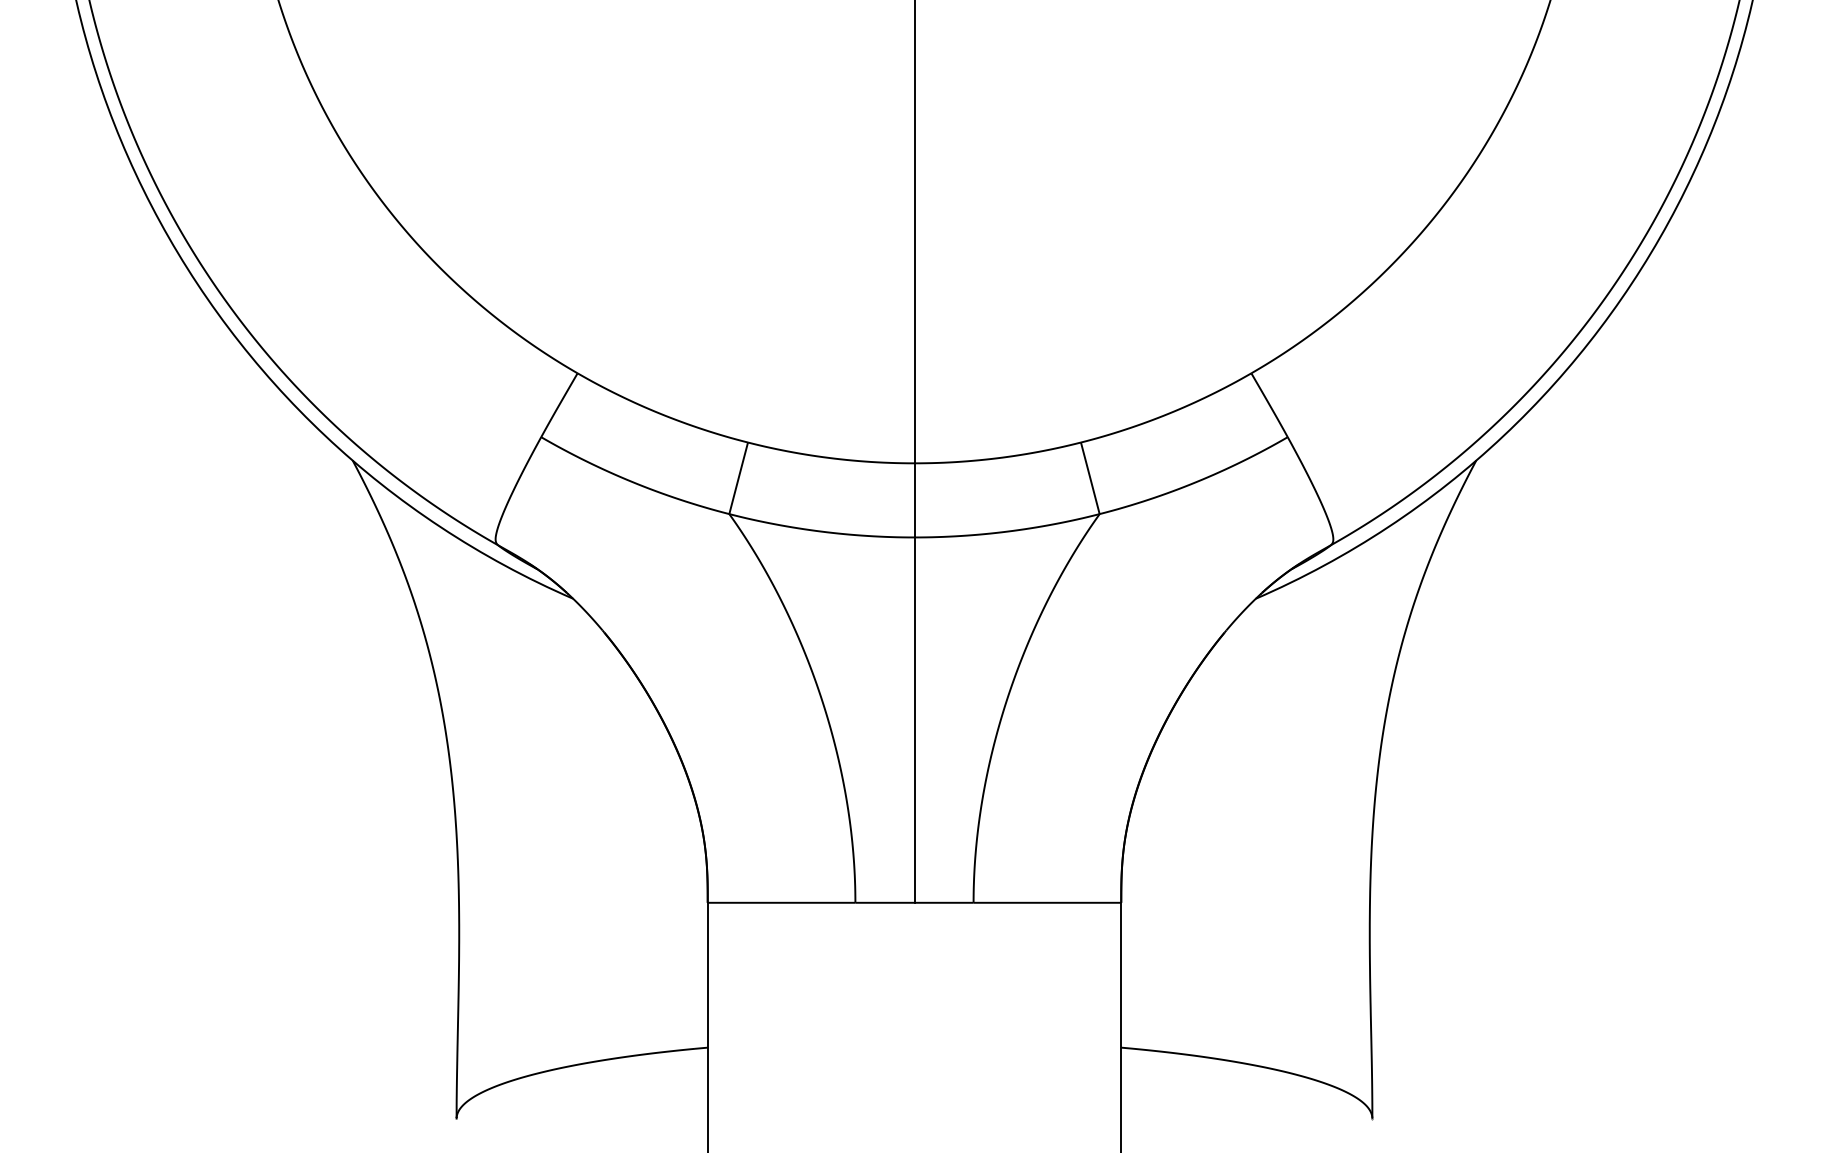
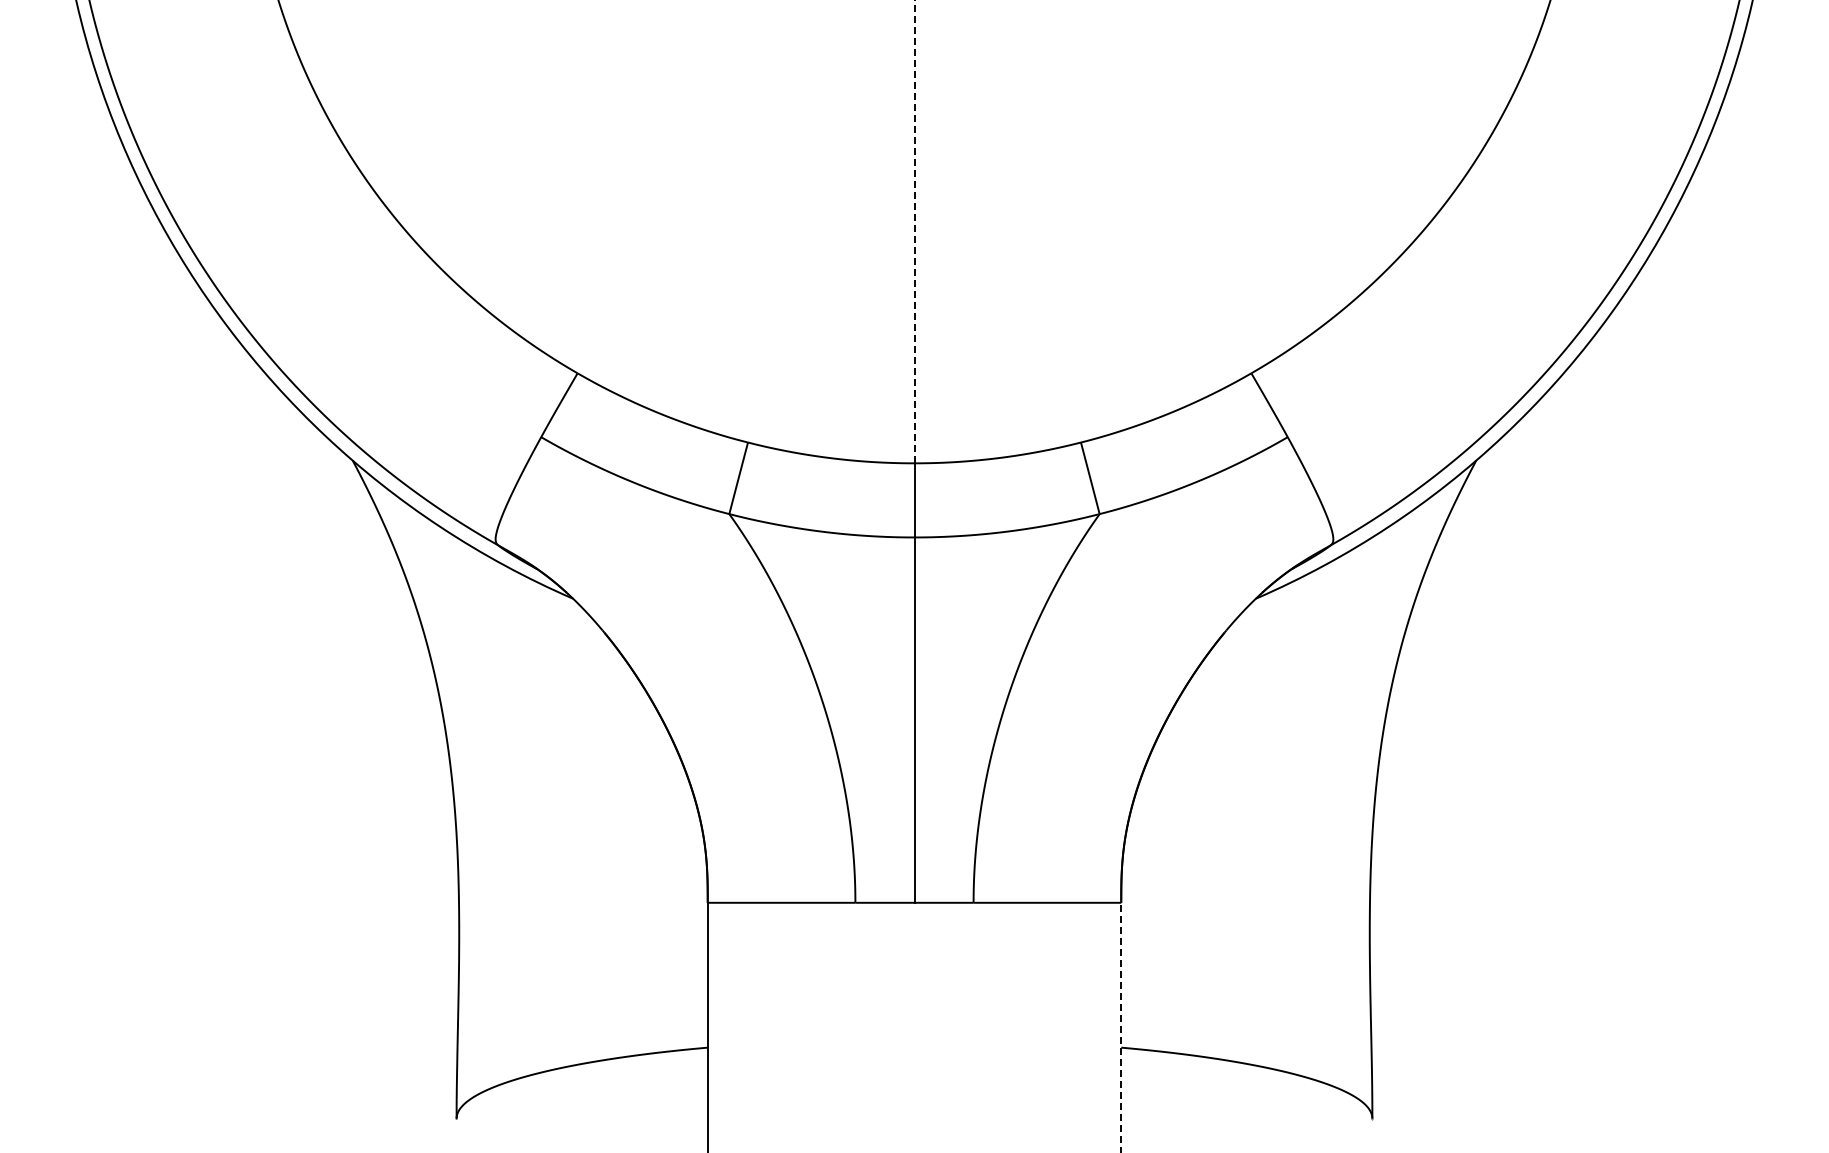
line at (914, 231): solid -> dashed
line at (1121, 1027): solid -> dashed
